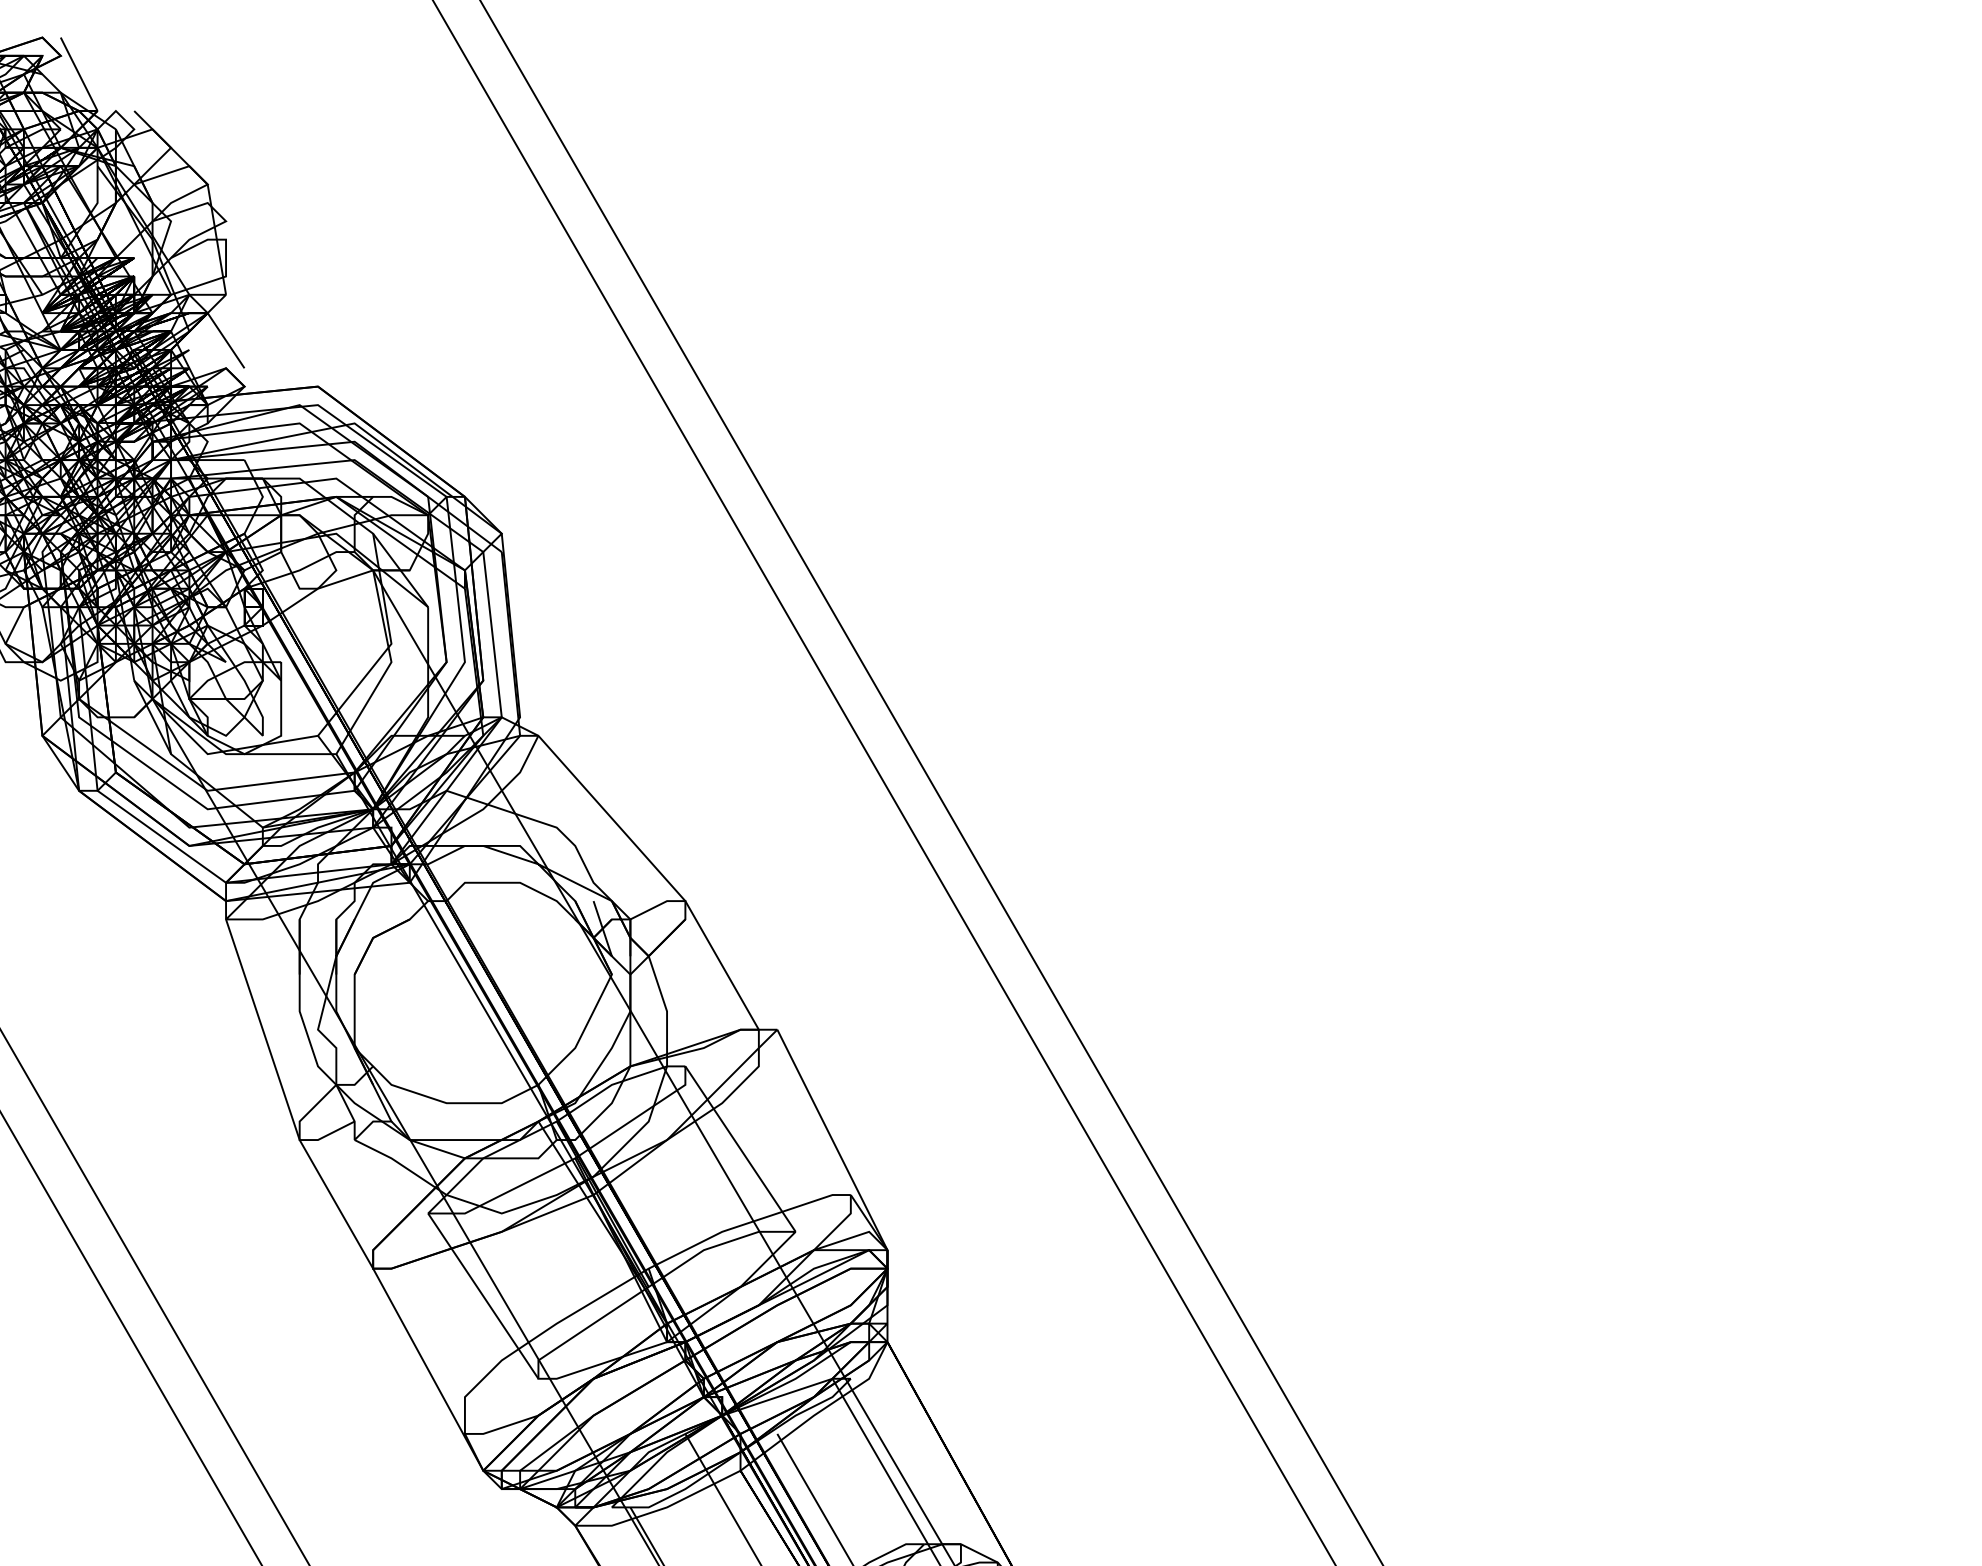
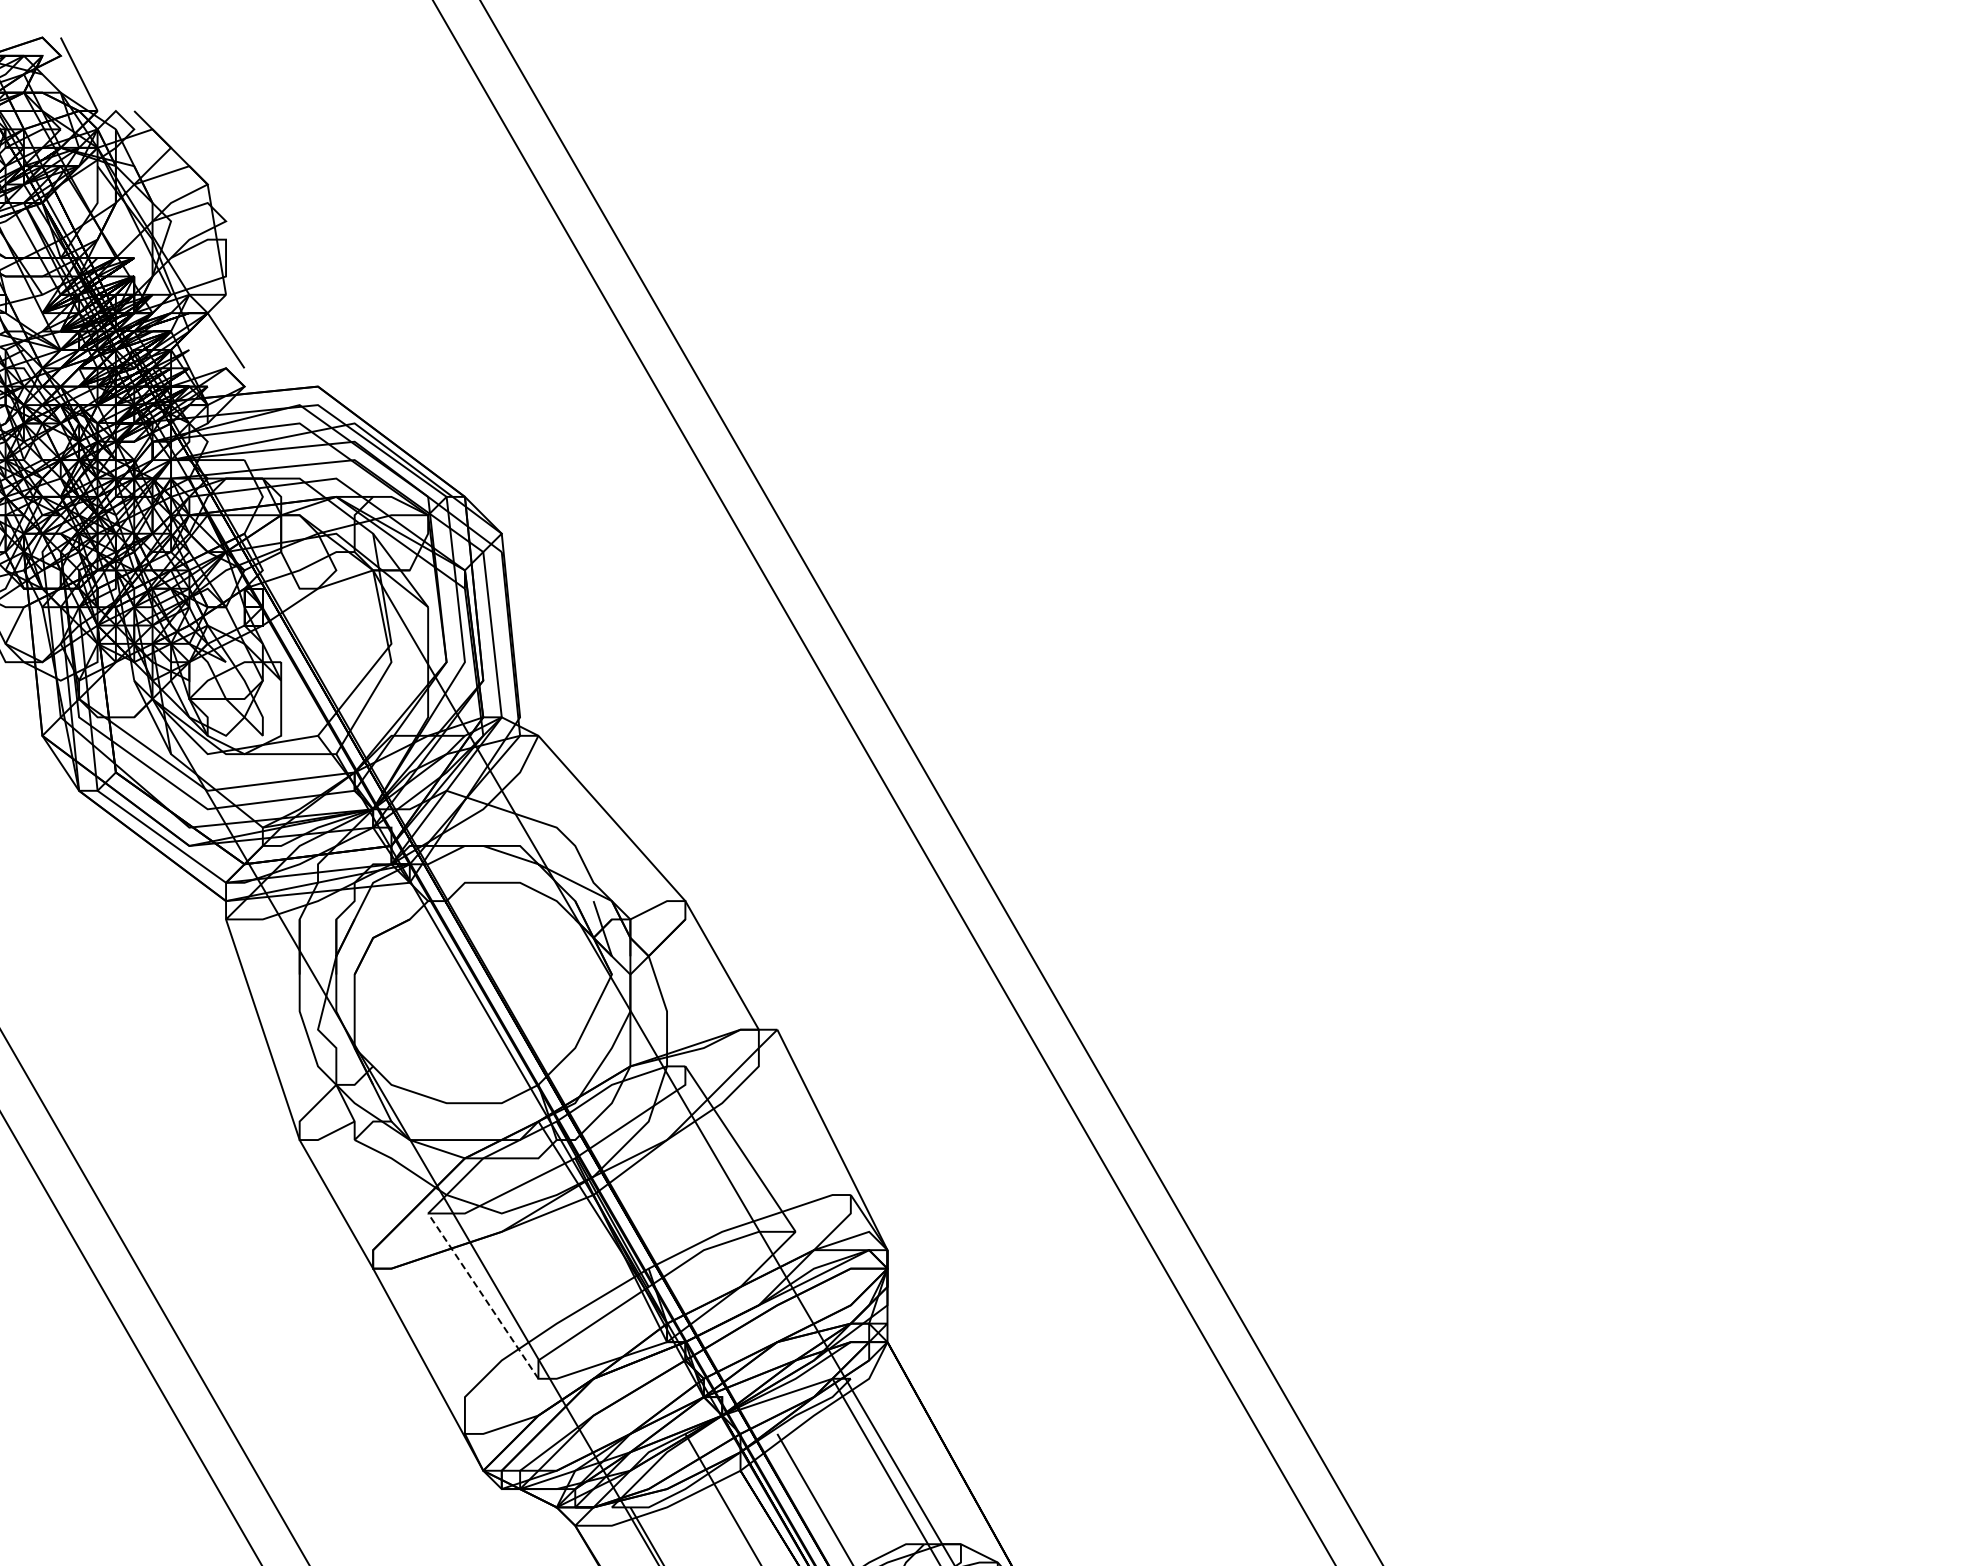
line at (483, 1295): solid -> dashed
